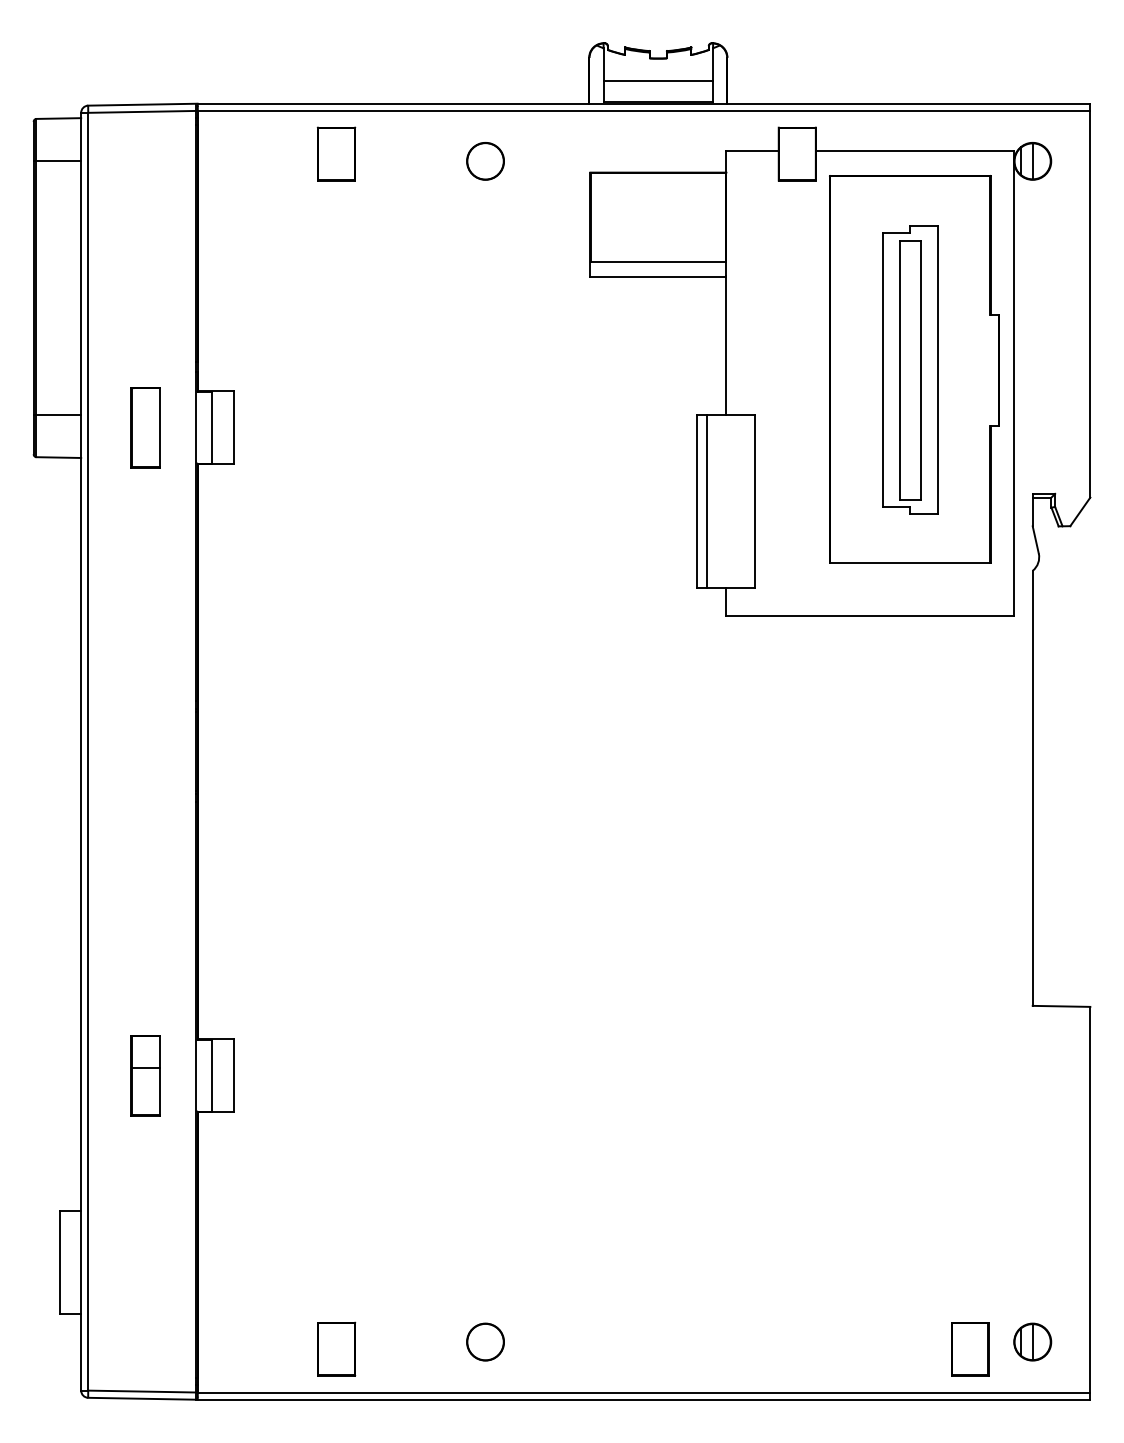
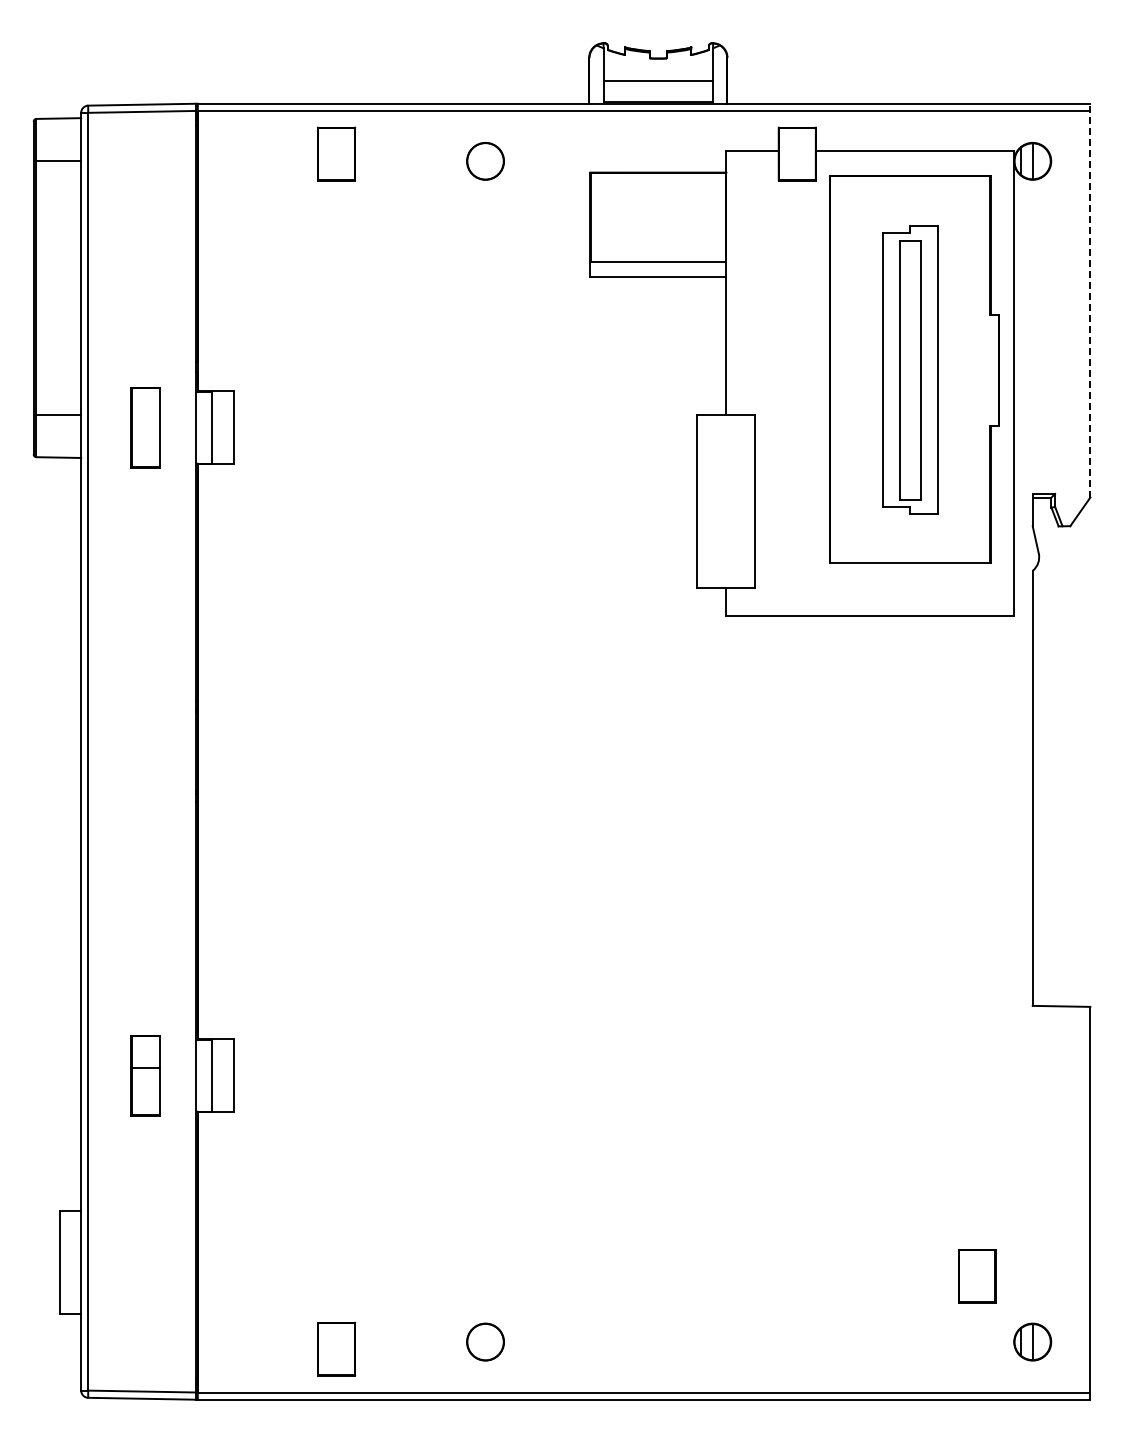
line at (1090, 300): solid -> dashed
line at (707, 500): present -> none
part at (970, 1349) position: (970, 1349) -> (977, 1276)
